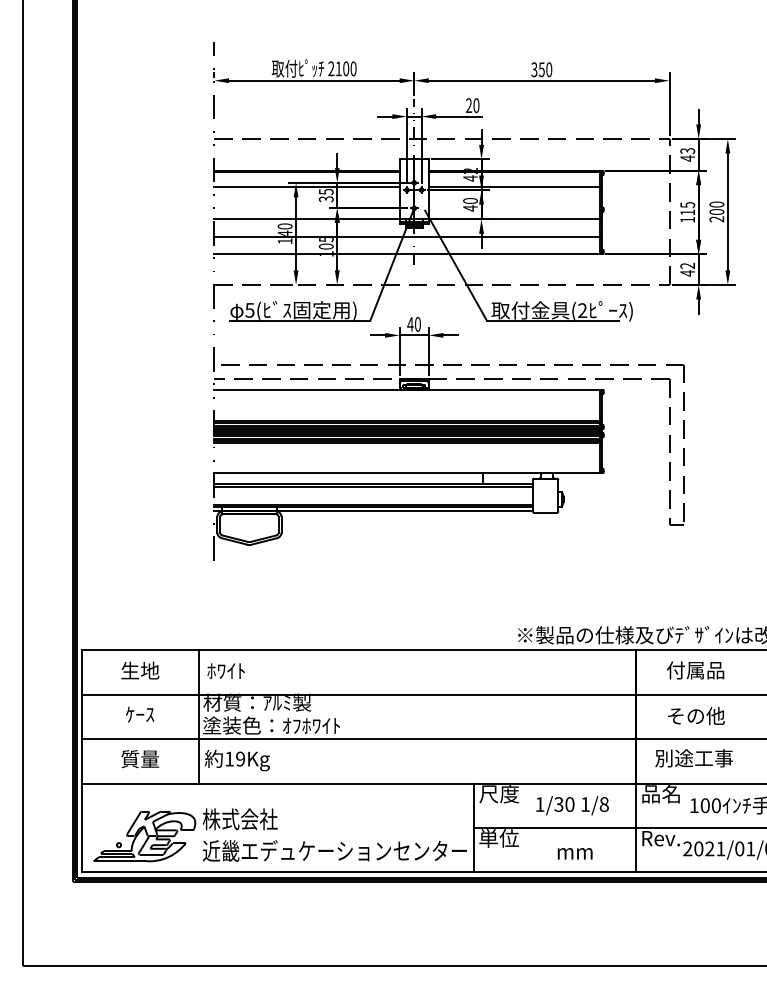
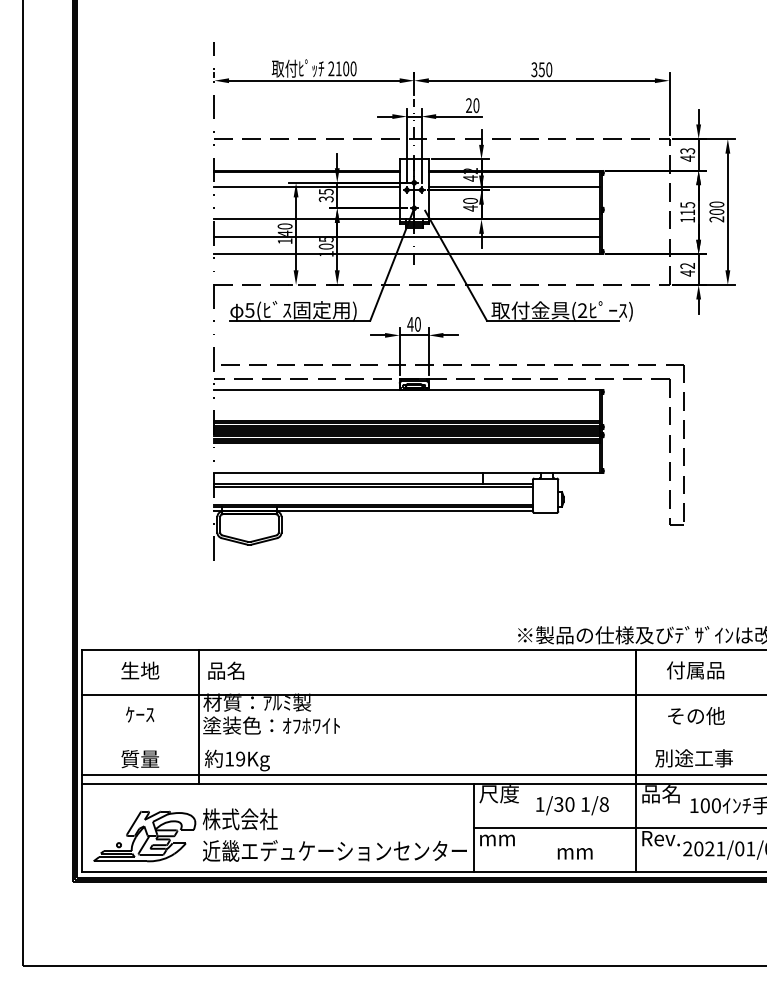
text at (225, 670): ﾎﾜｲﾄ -> 品名
line at (422, 739) position: (422, 739) -> (422, 775)
text at (498, 838): 単位 -> mm
